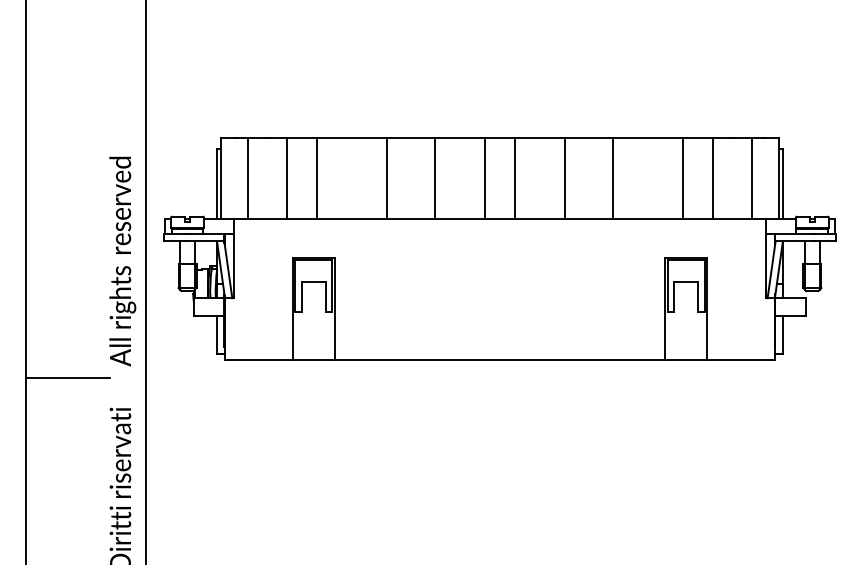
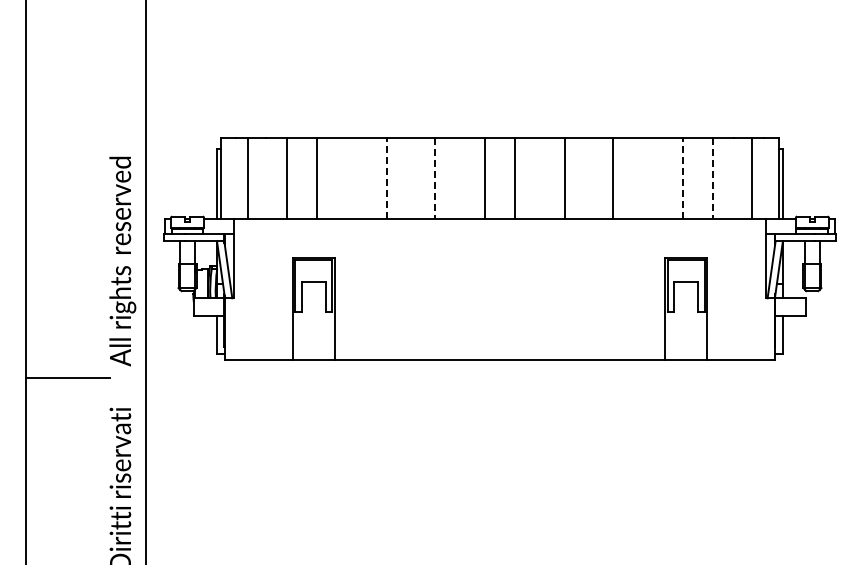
line at (387, 178): solid -> dashed
line at (435, 178): solid -> dashed
line at (683, 178): solid -> dashed
line at (713, 178): solid -> dashed
